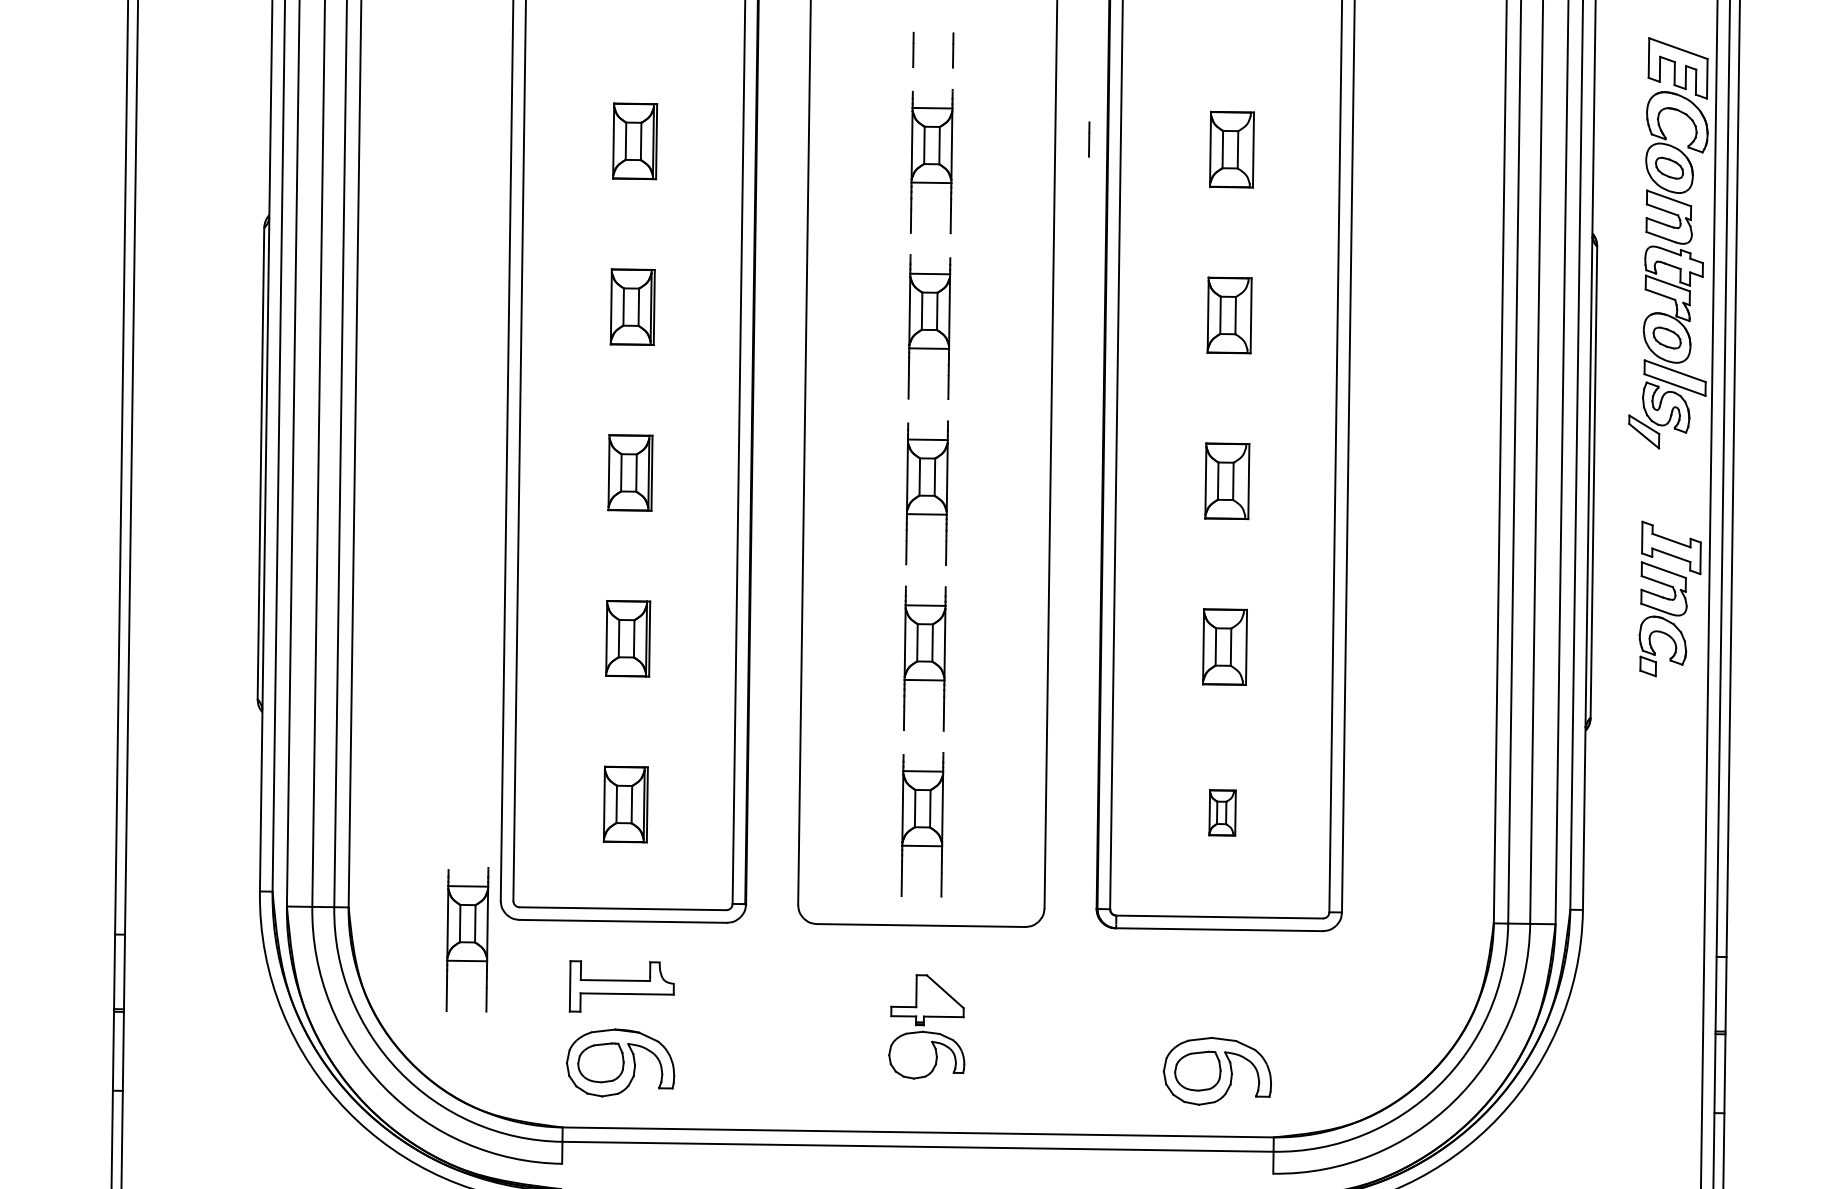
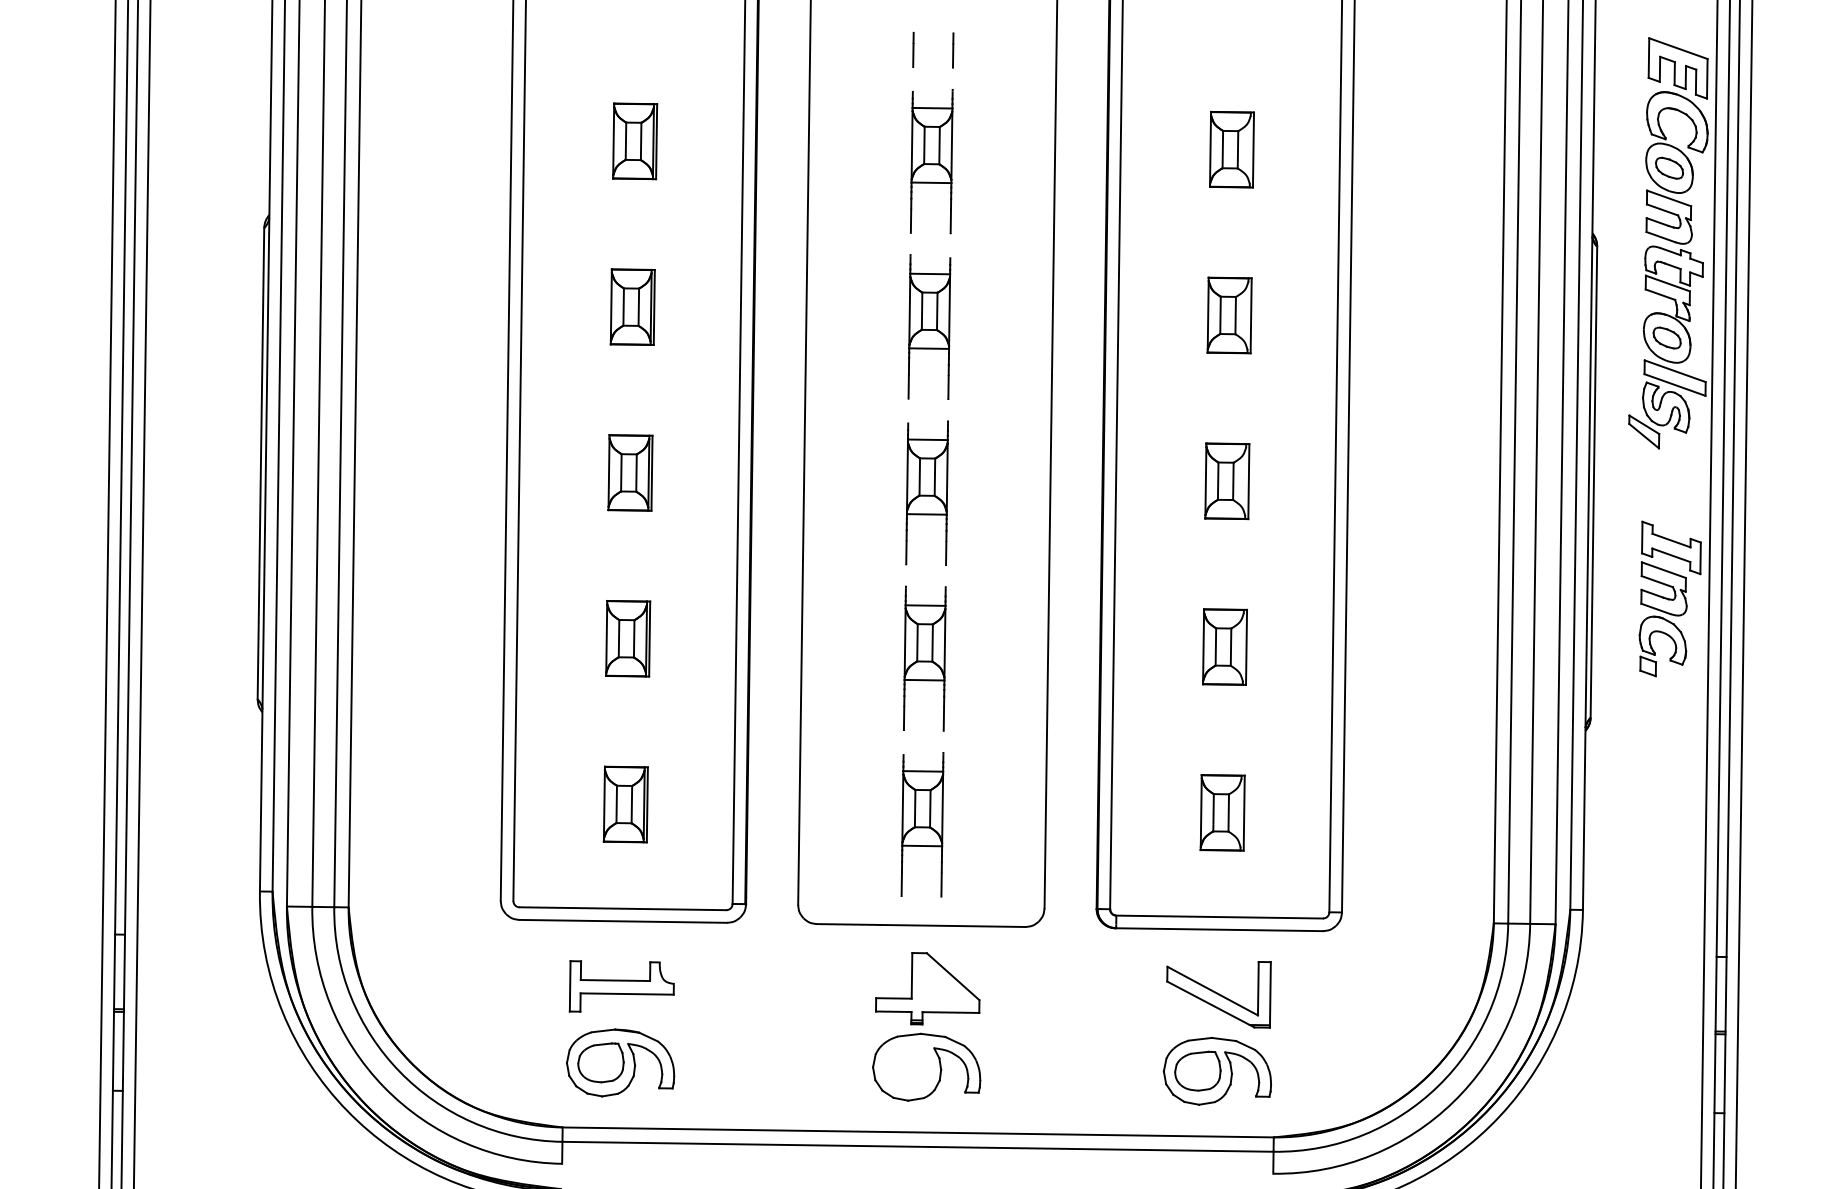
line at (1089, 139): present -> none
line at (107, 593): none -> present
line at (141, 593): none -> present
line at (1743, 593): none -> present
part at (1222, 812) size: 29x48 px -> 47x78 px
part at (467, 939): present -> none
part at (1218, 994): none -> present
part at (926, 1026) size: 78x106 px -> 110x150 px
